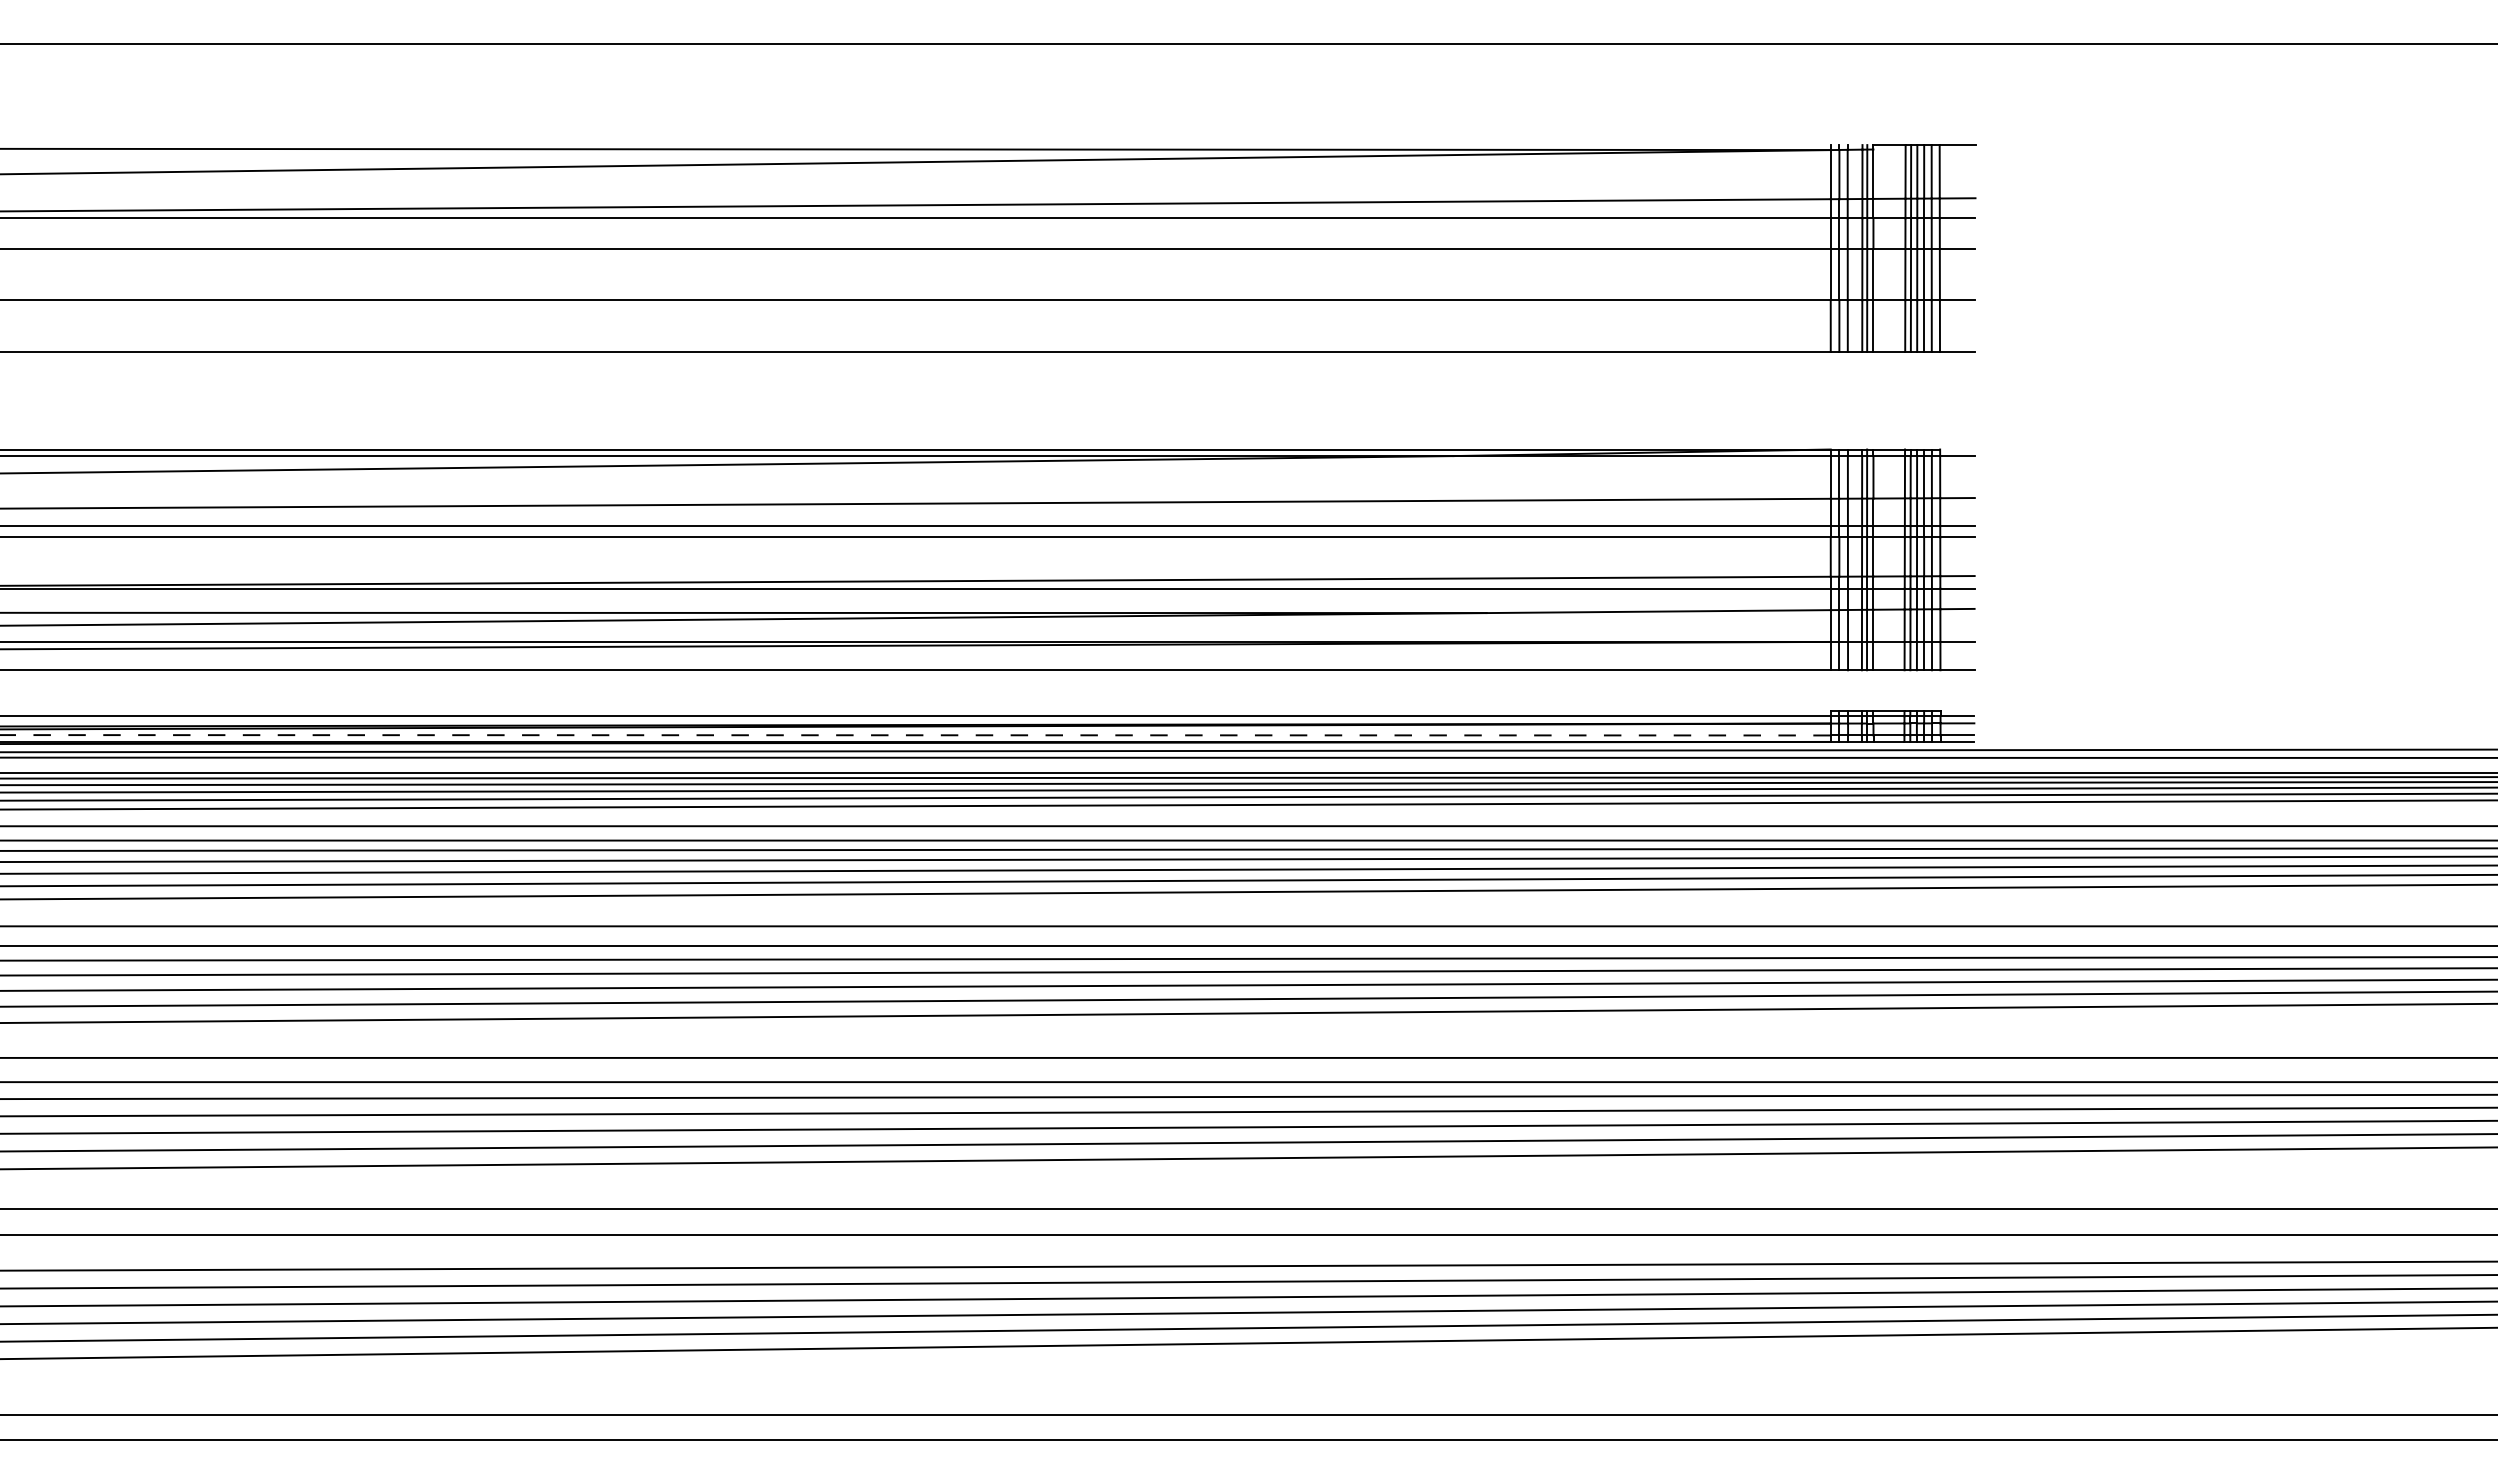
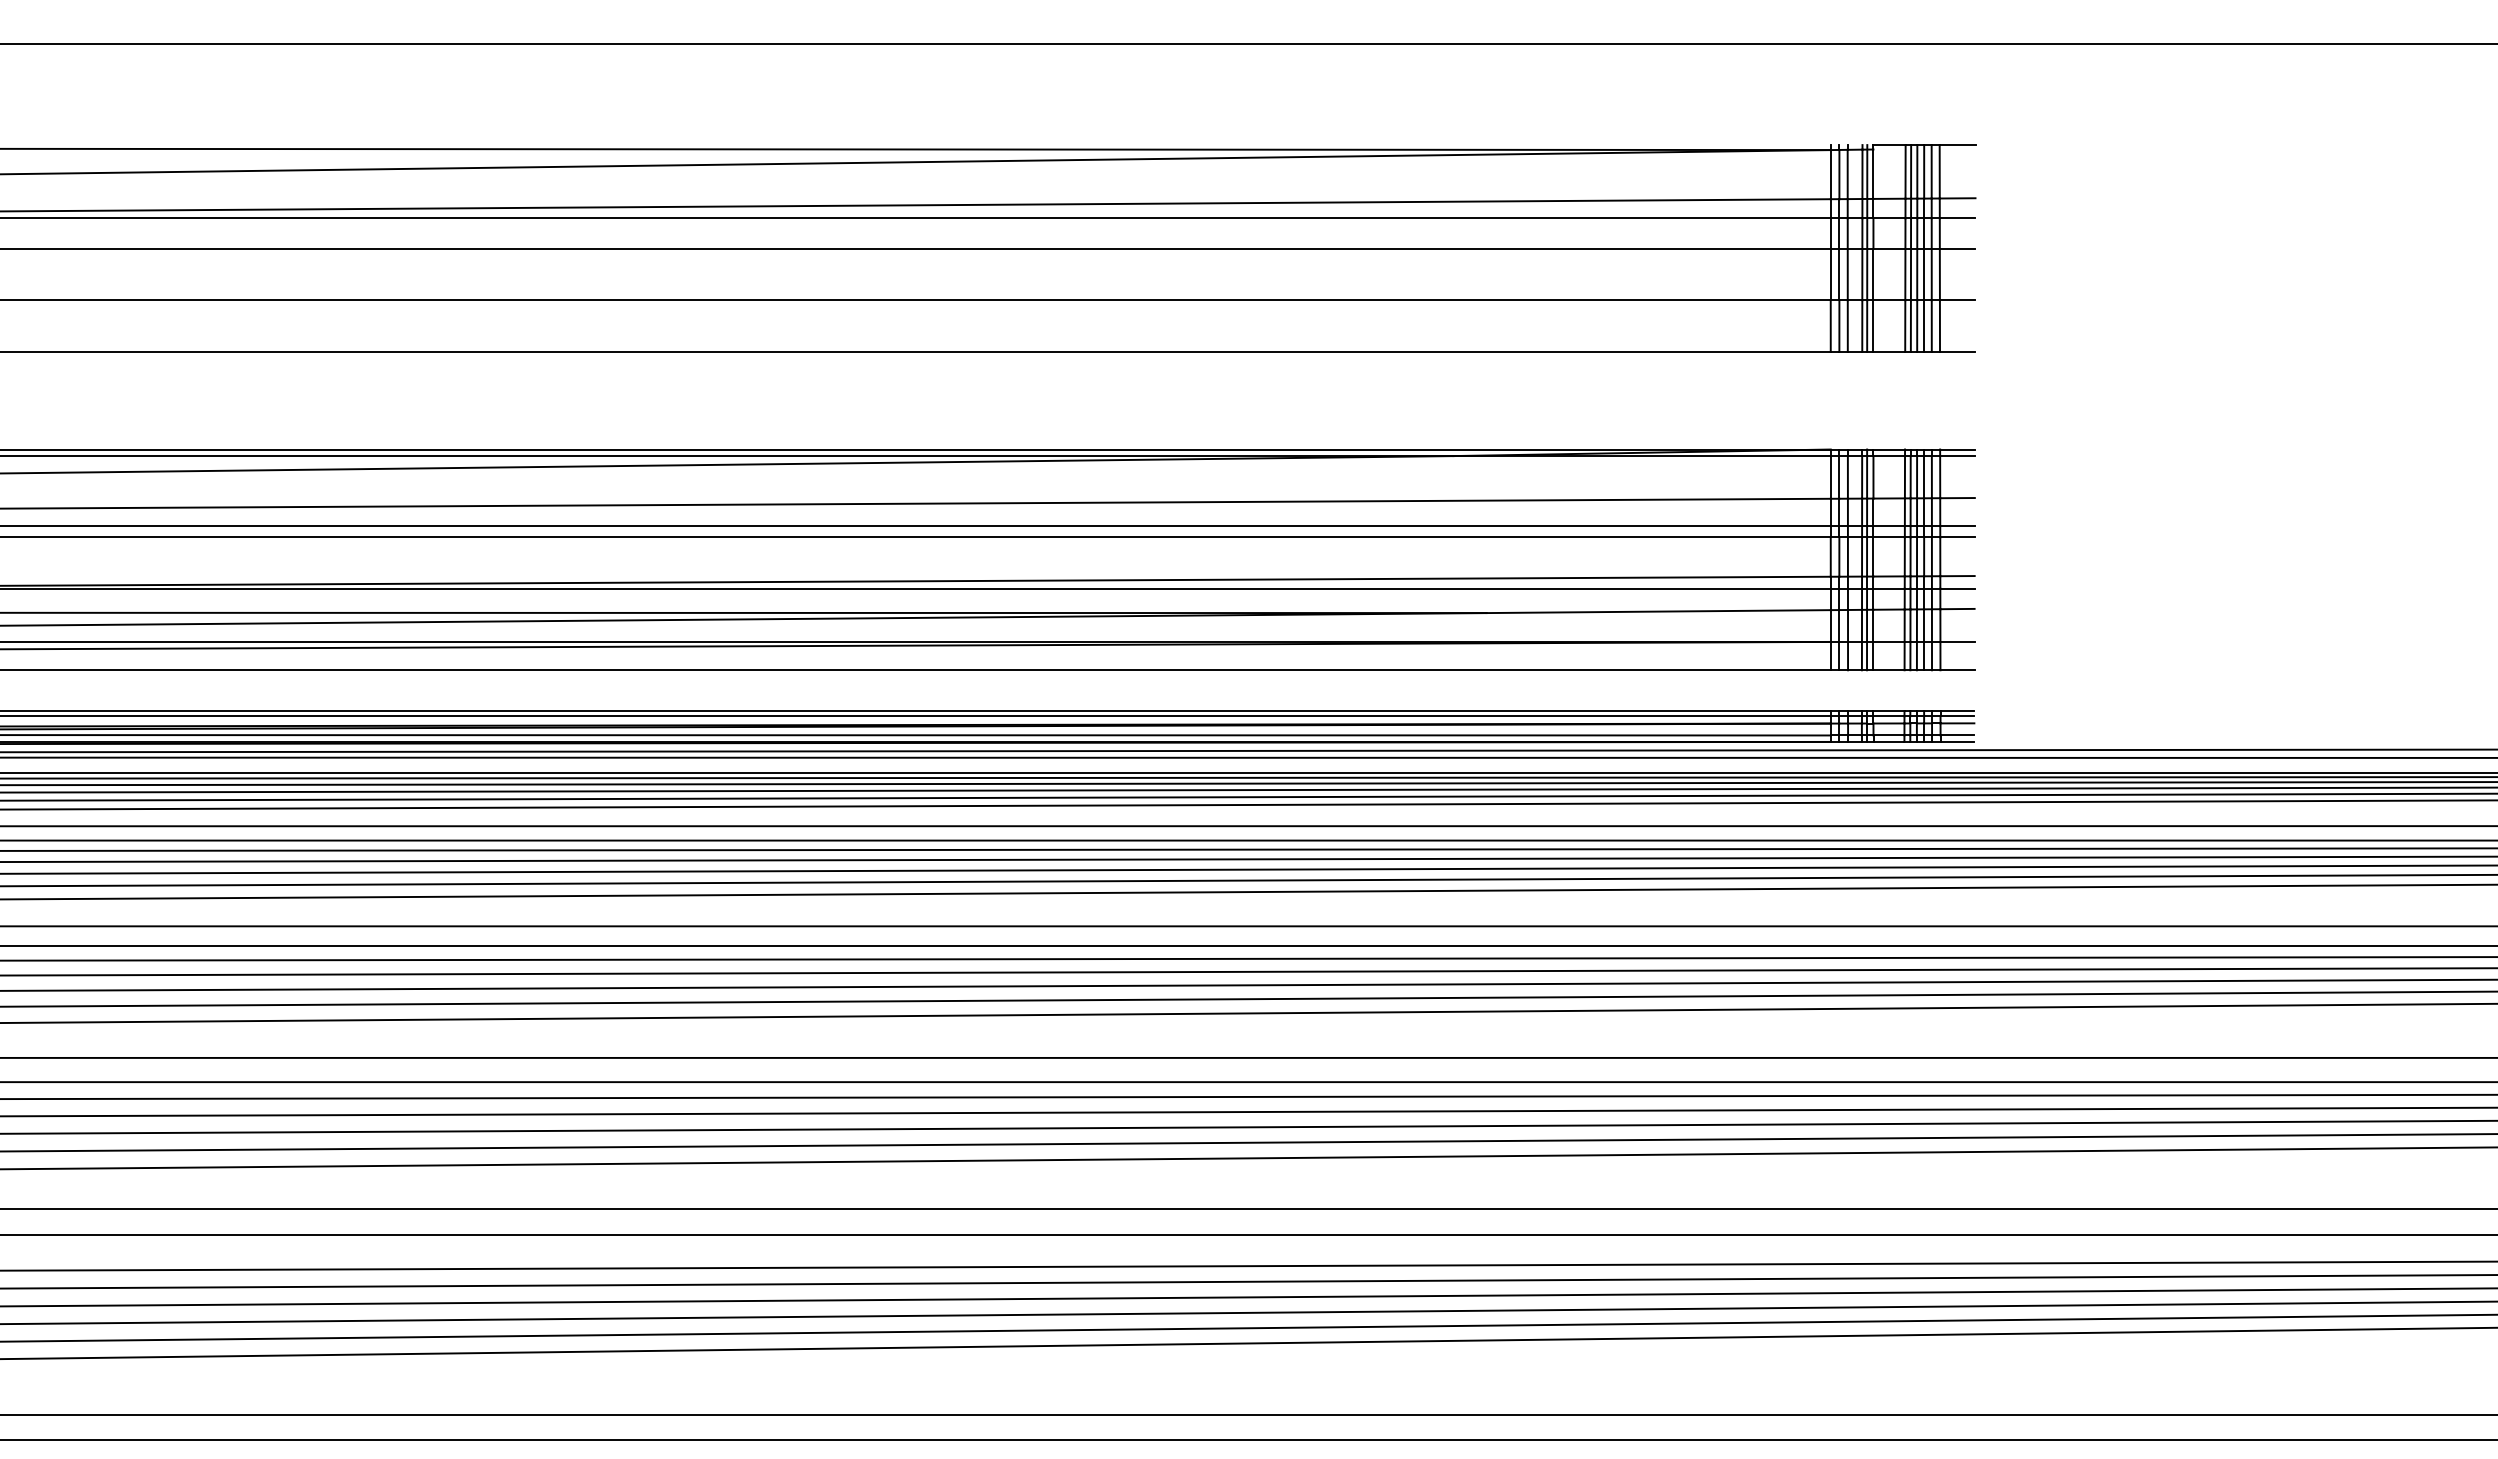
line at (1957, 449): none -> present
line at (916, 711): none -> present
line at (1957, 711): none -> present
line at (914, 735): dashed -> solid
